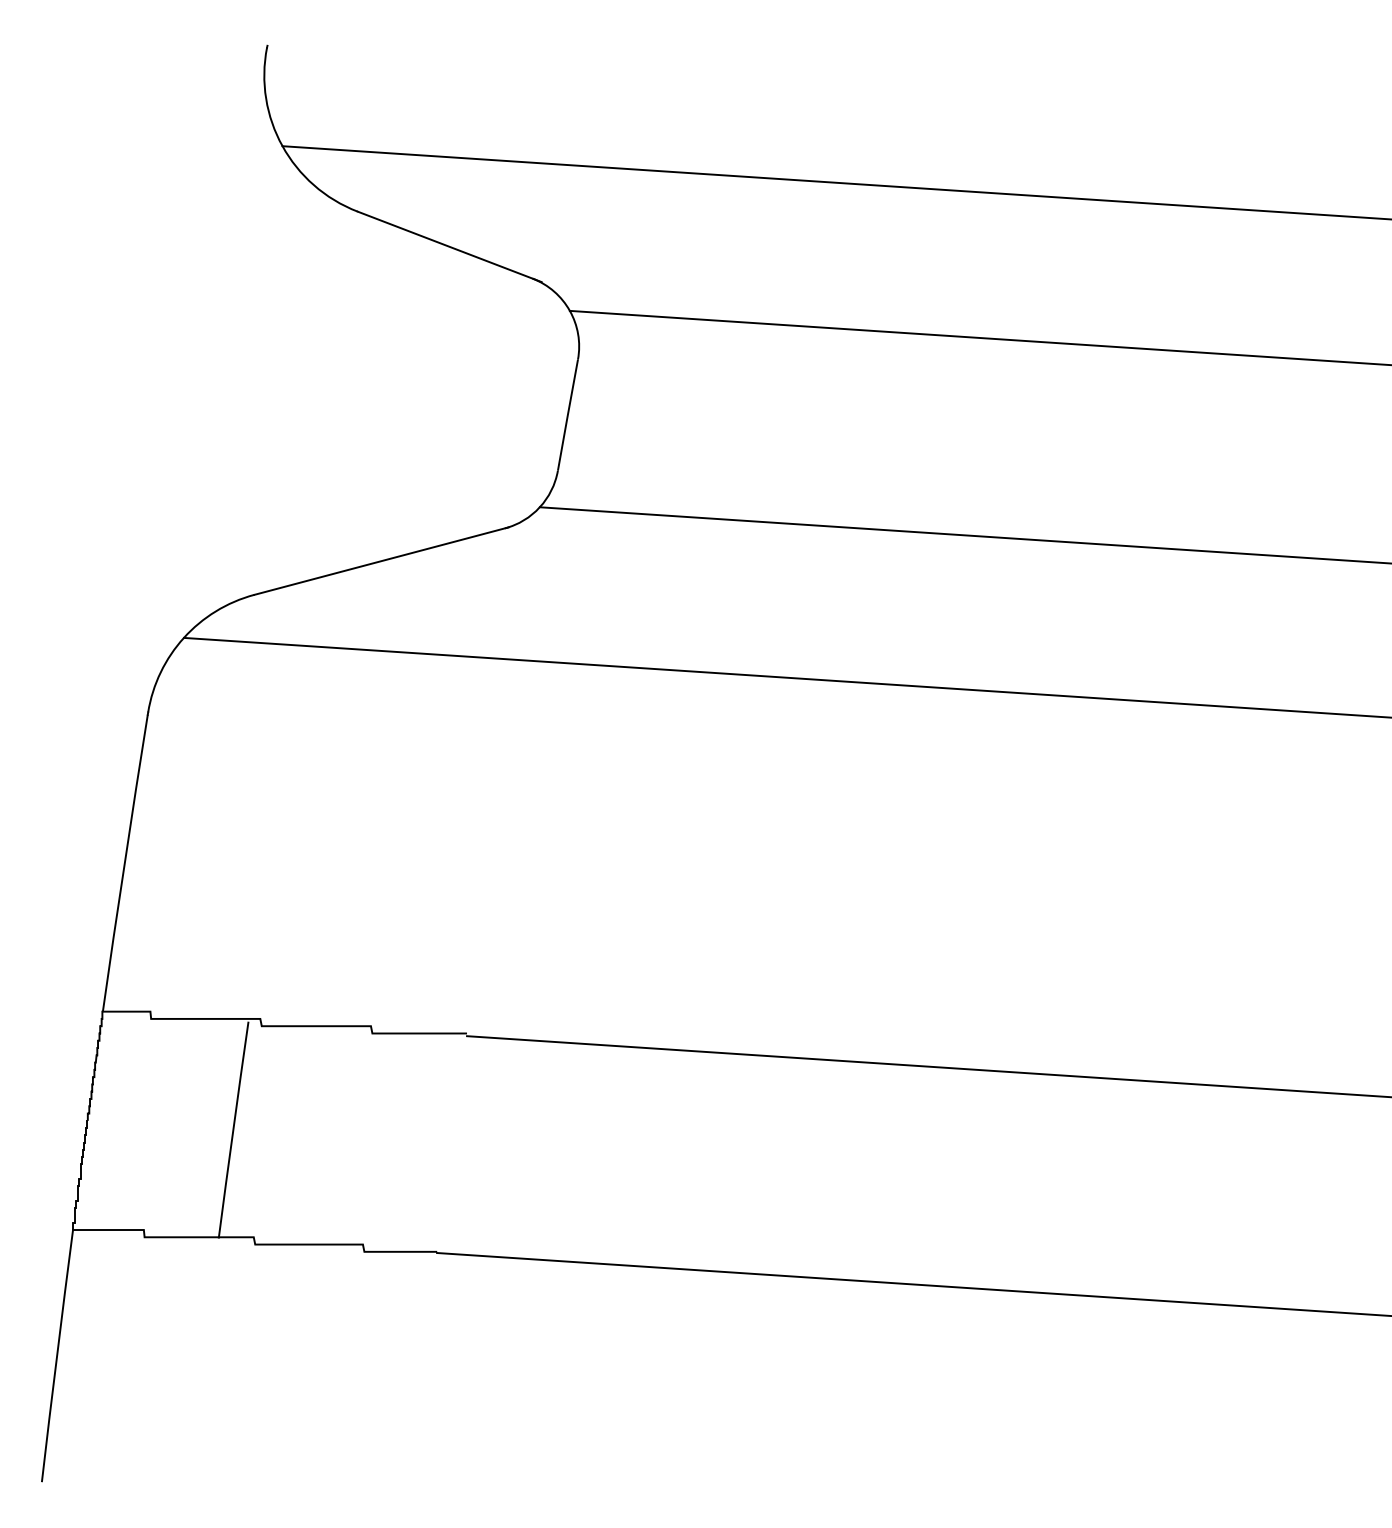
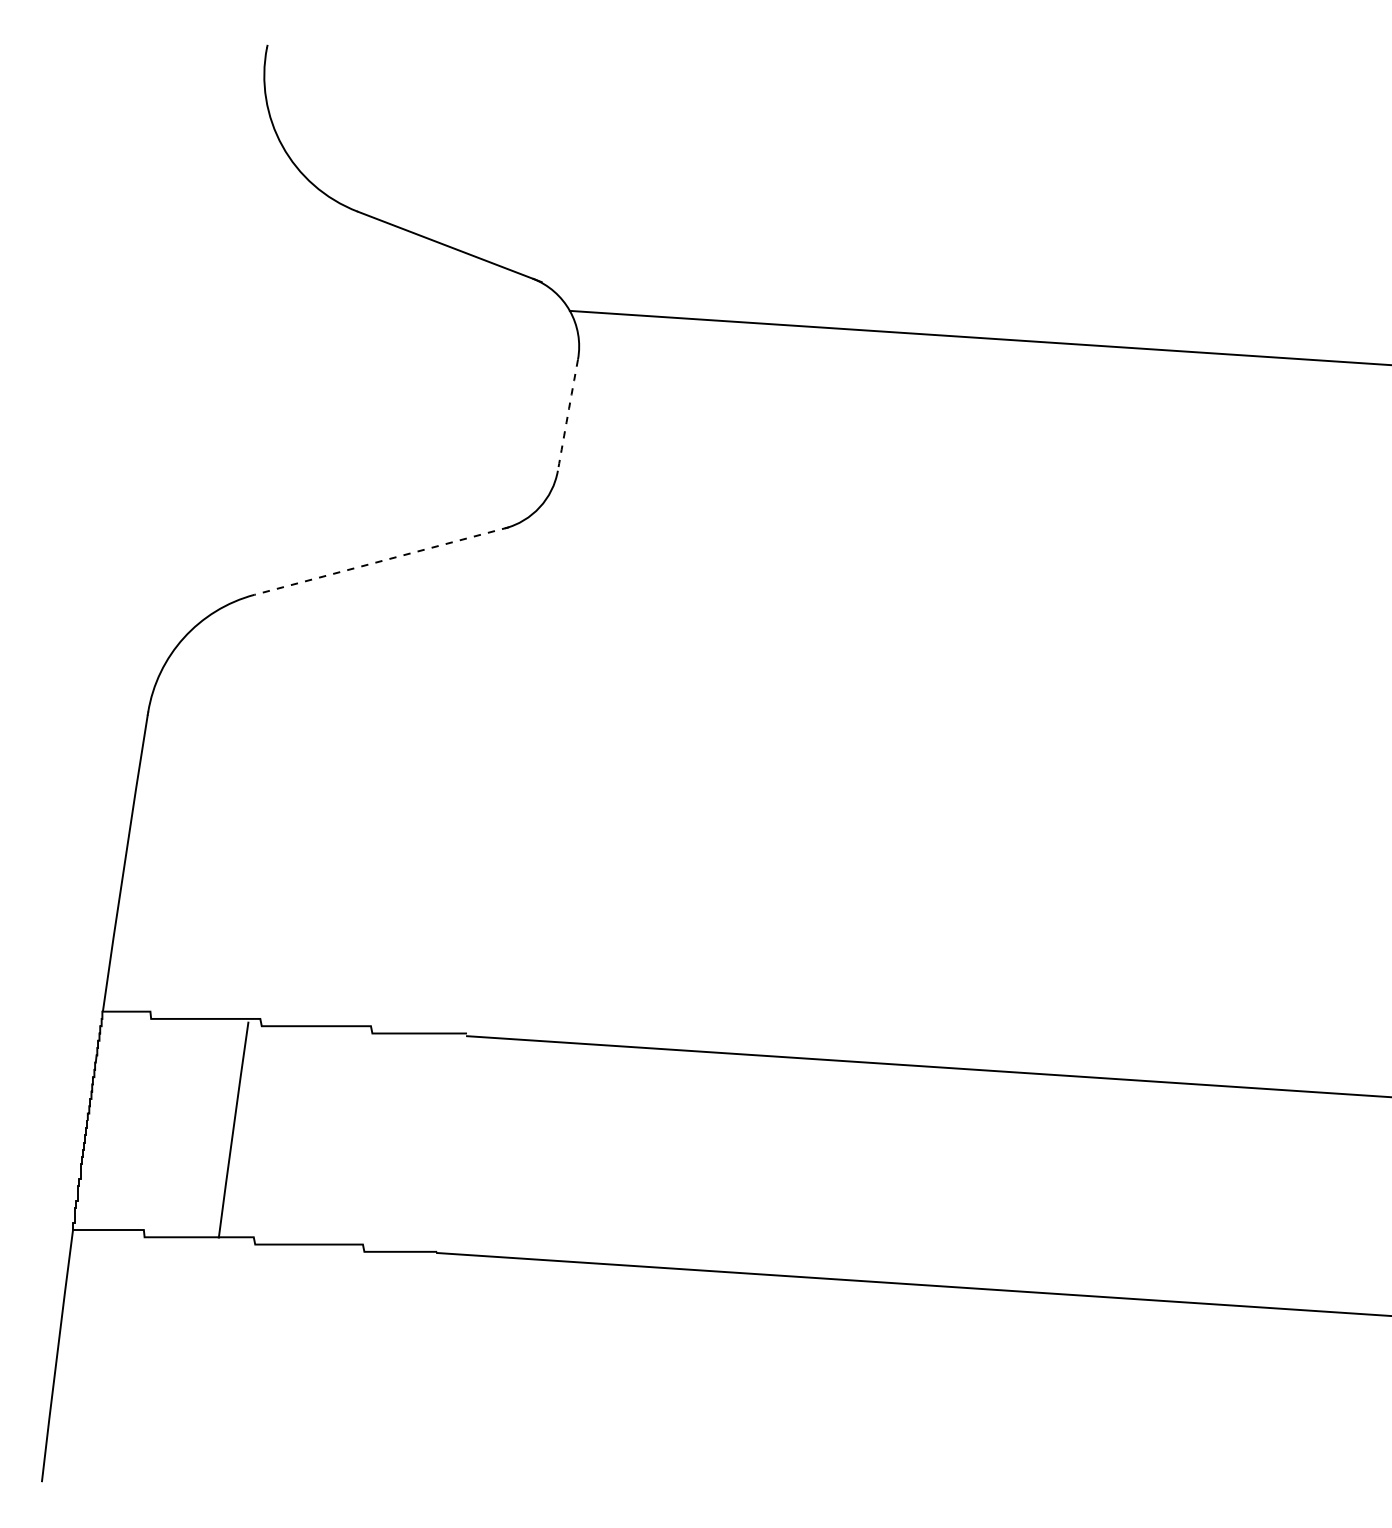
line at (835, 182): present -> none
arc at (567, 415): solid -> dashed
line at (963, 535): present -> none
line at (381, 561): solid -> dashed
line at (785, 677): present -> none
